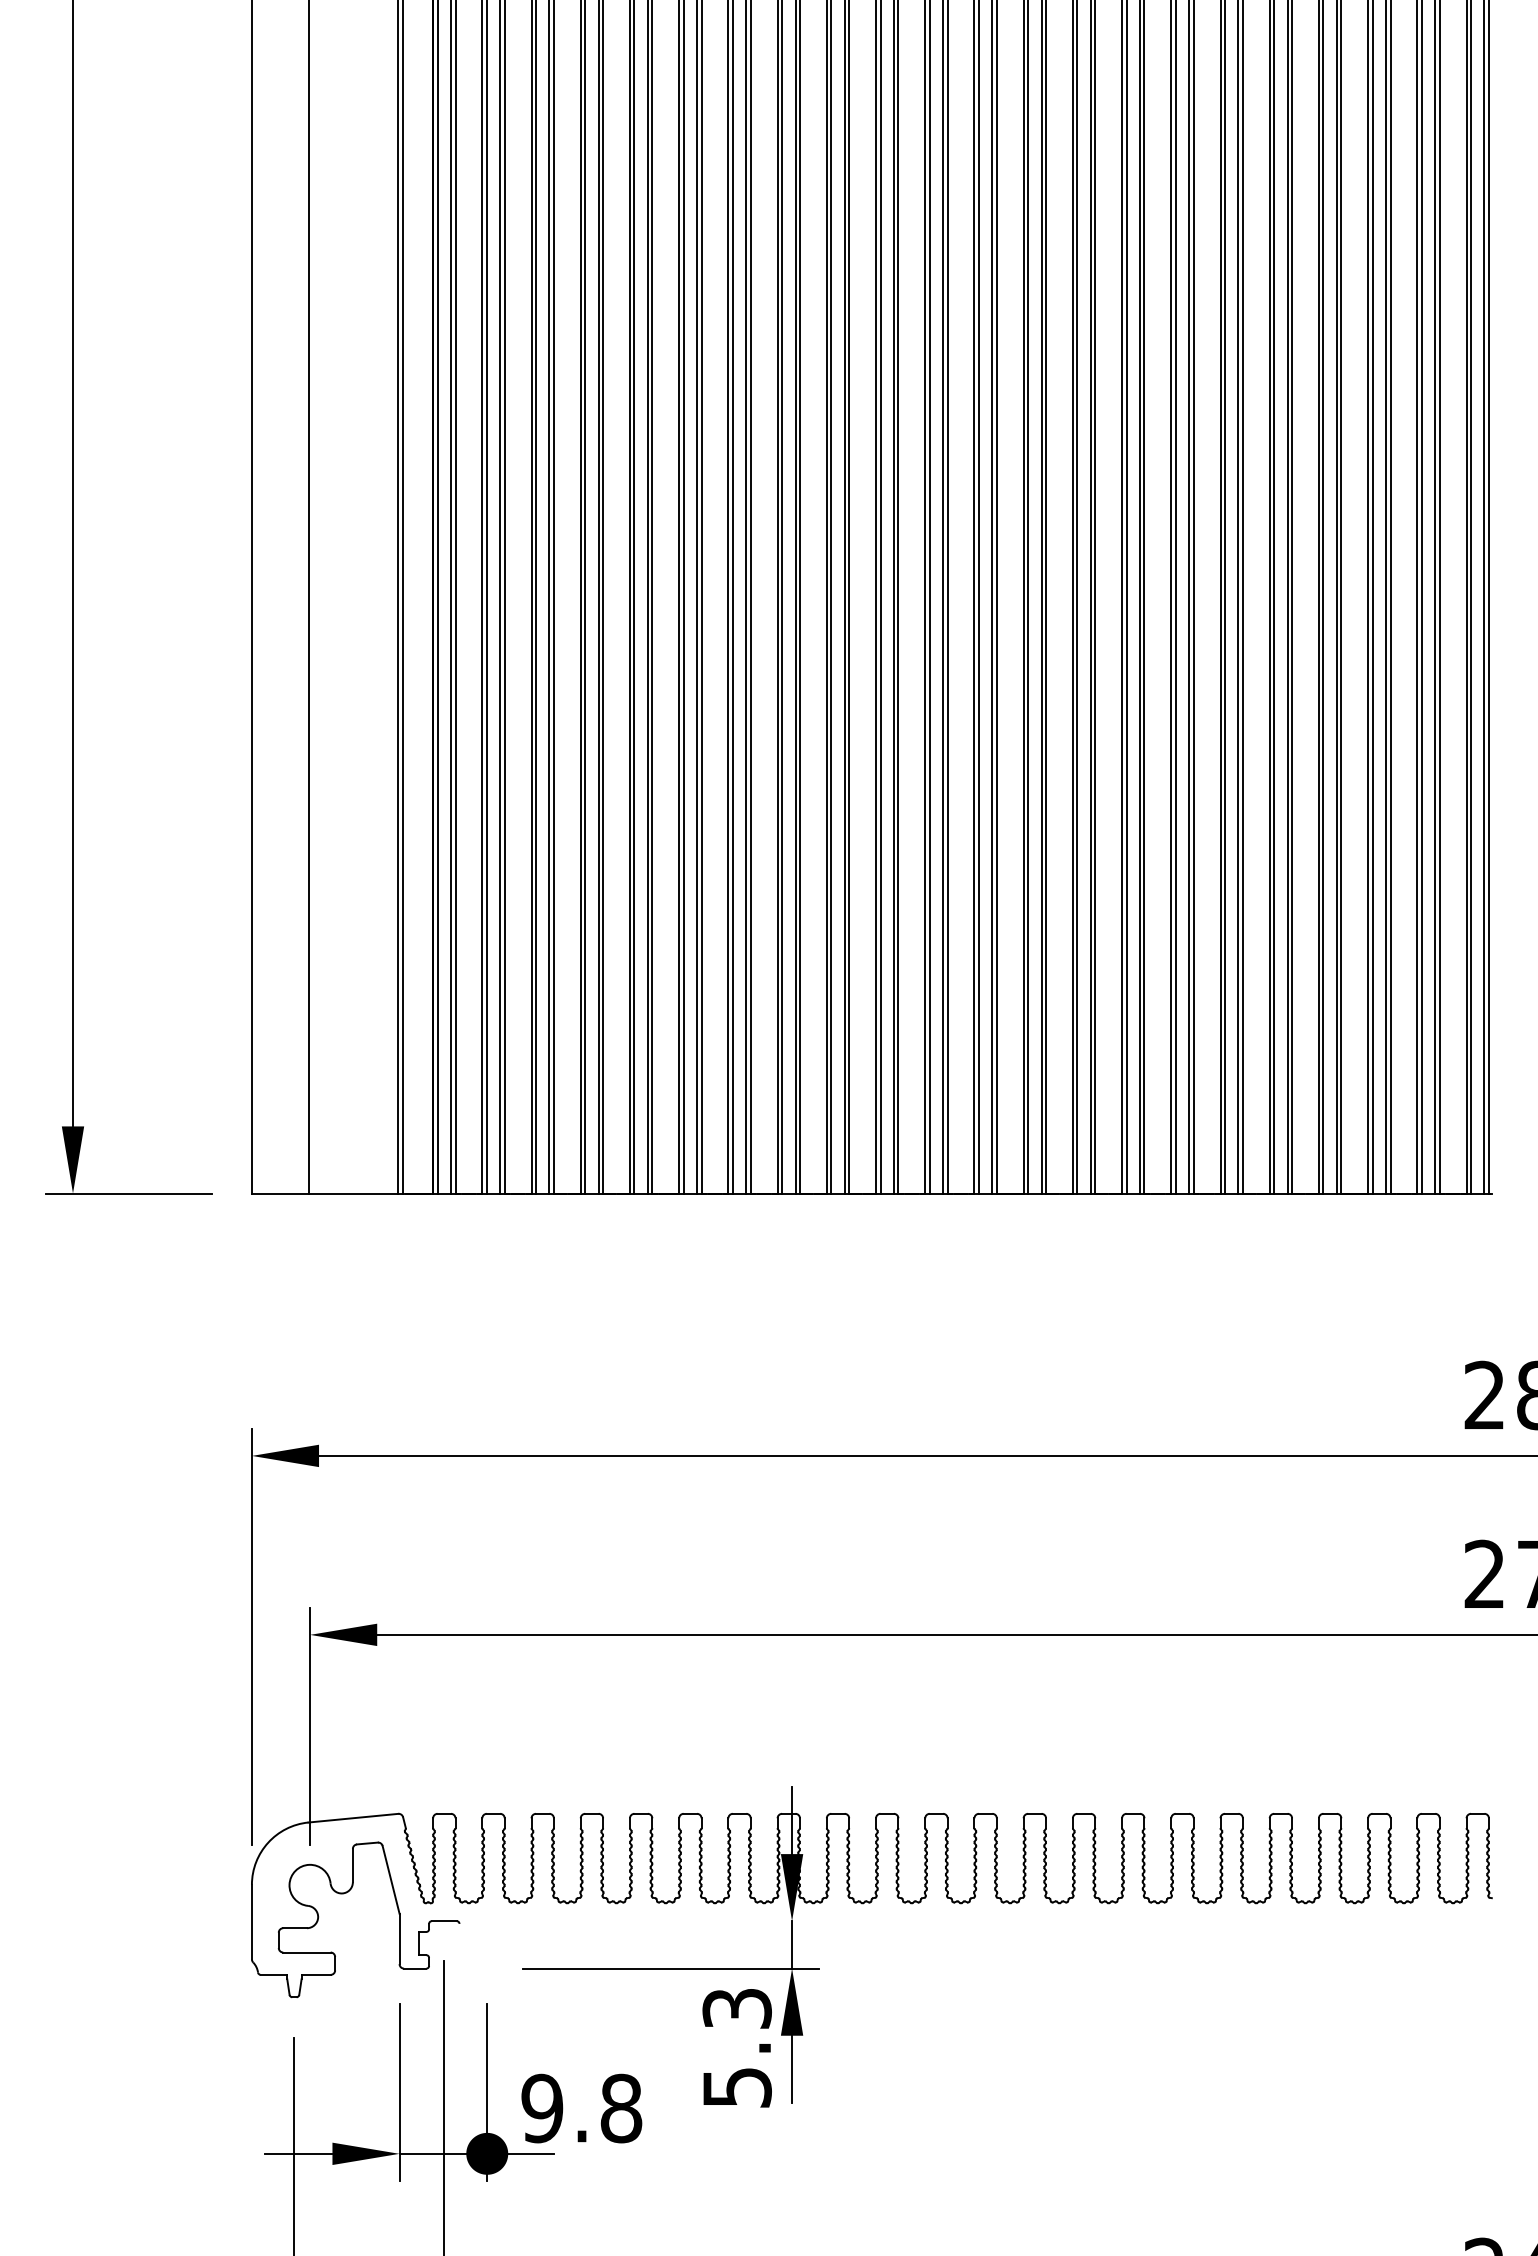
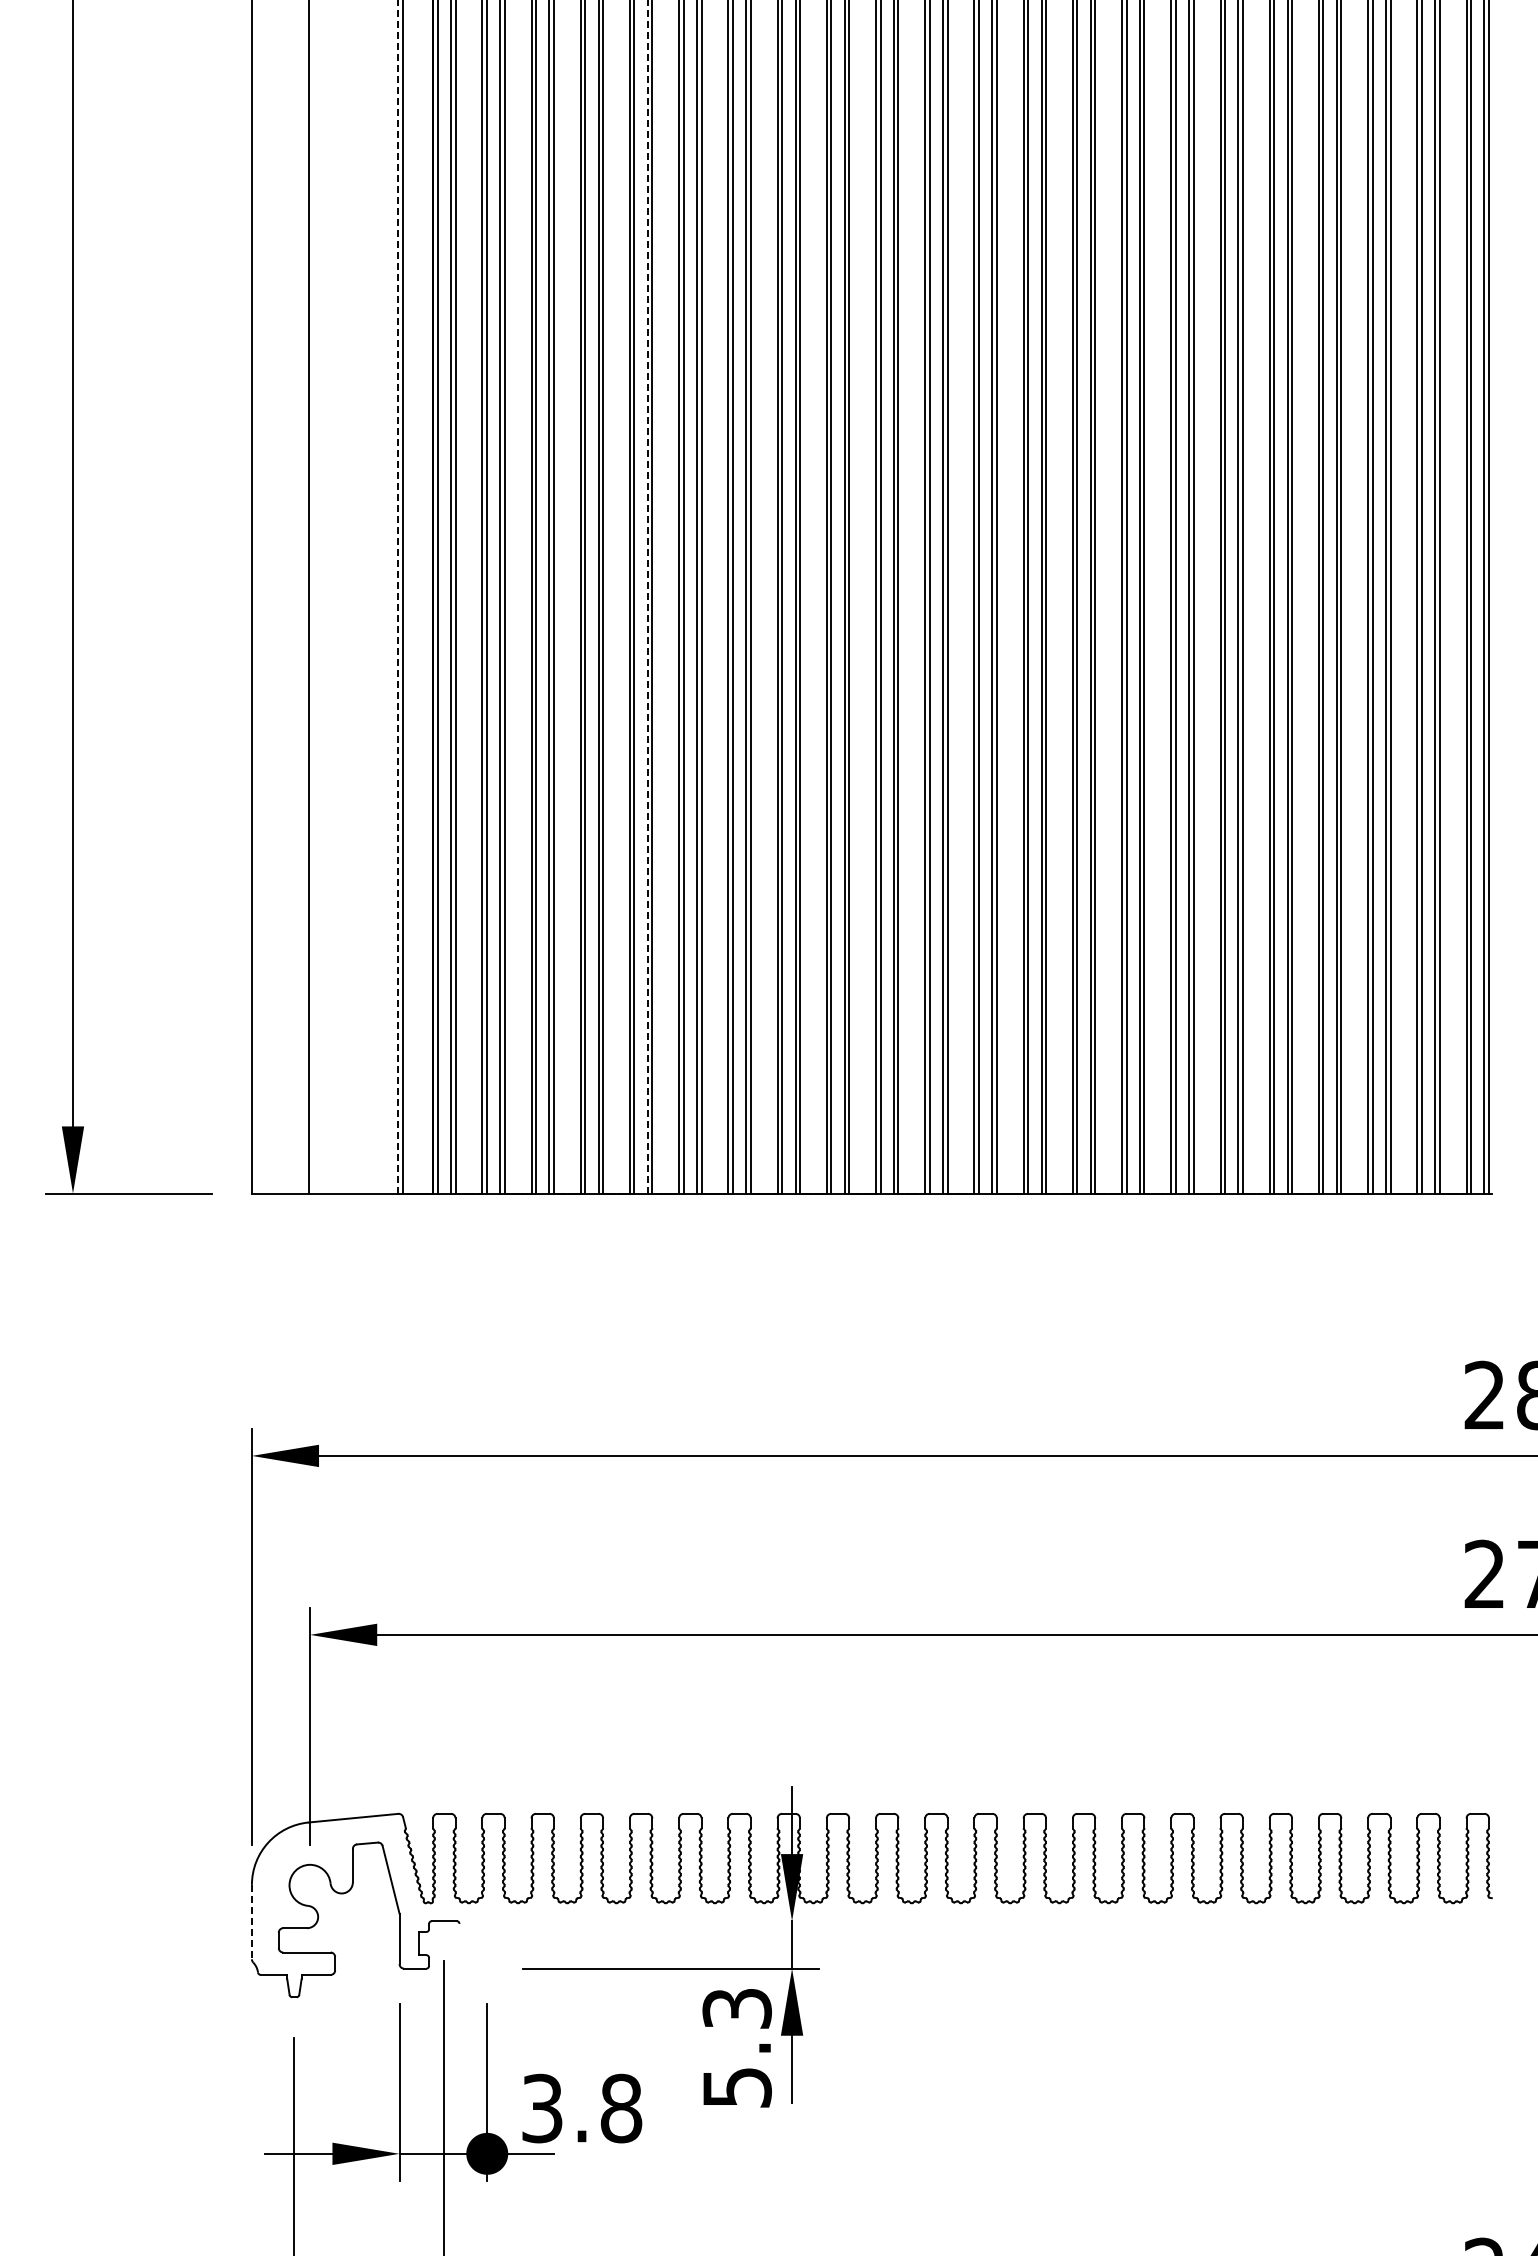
line at (398, 596): solid -> dashed
line at (647, 596): solid -> dashed
line at (251, 1922): solid -> dashed
text at (542, 2108): 9.8 -> 3.8
